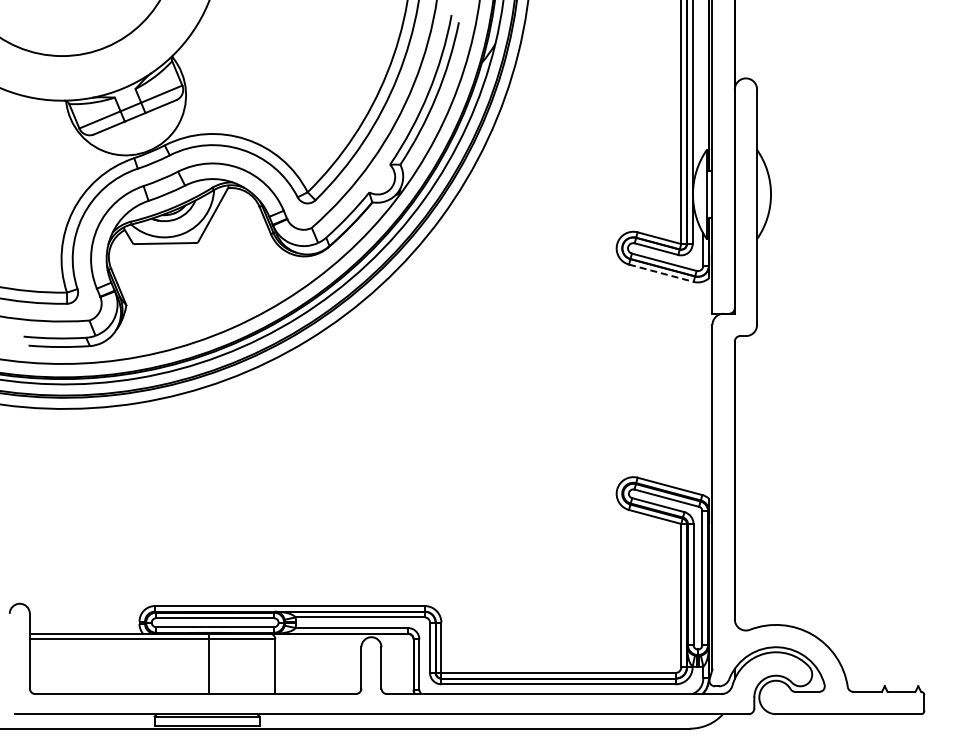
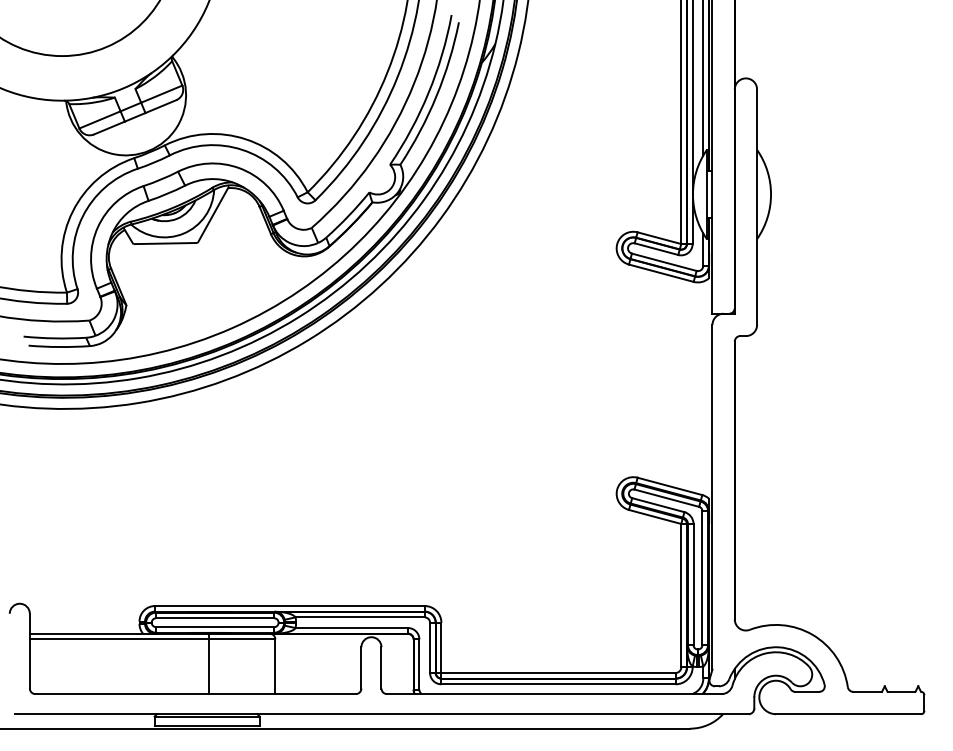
line at (703, 78): none -> present
line at (661, 273): dashed -> solid
